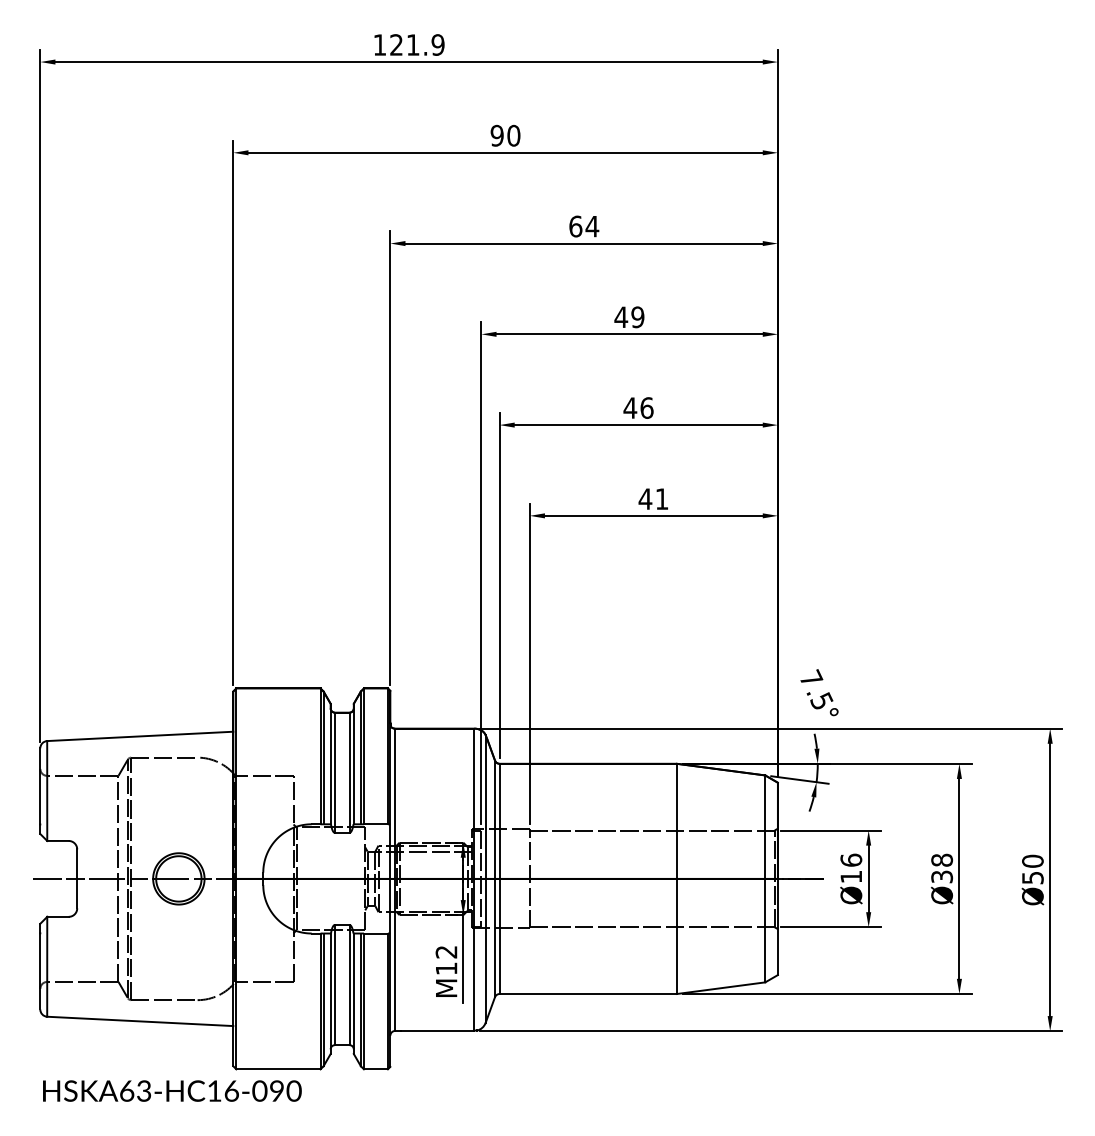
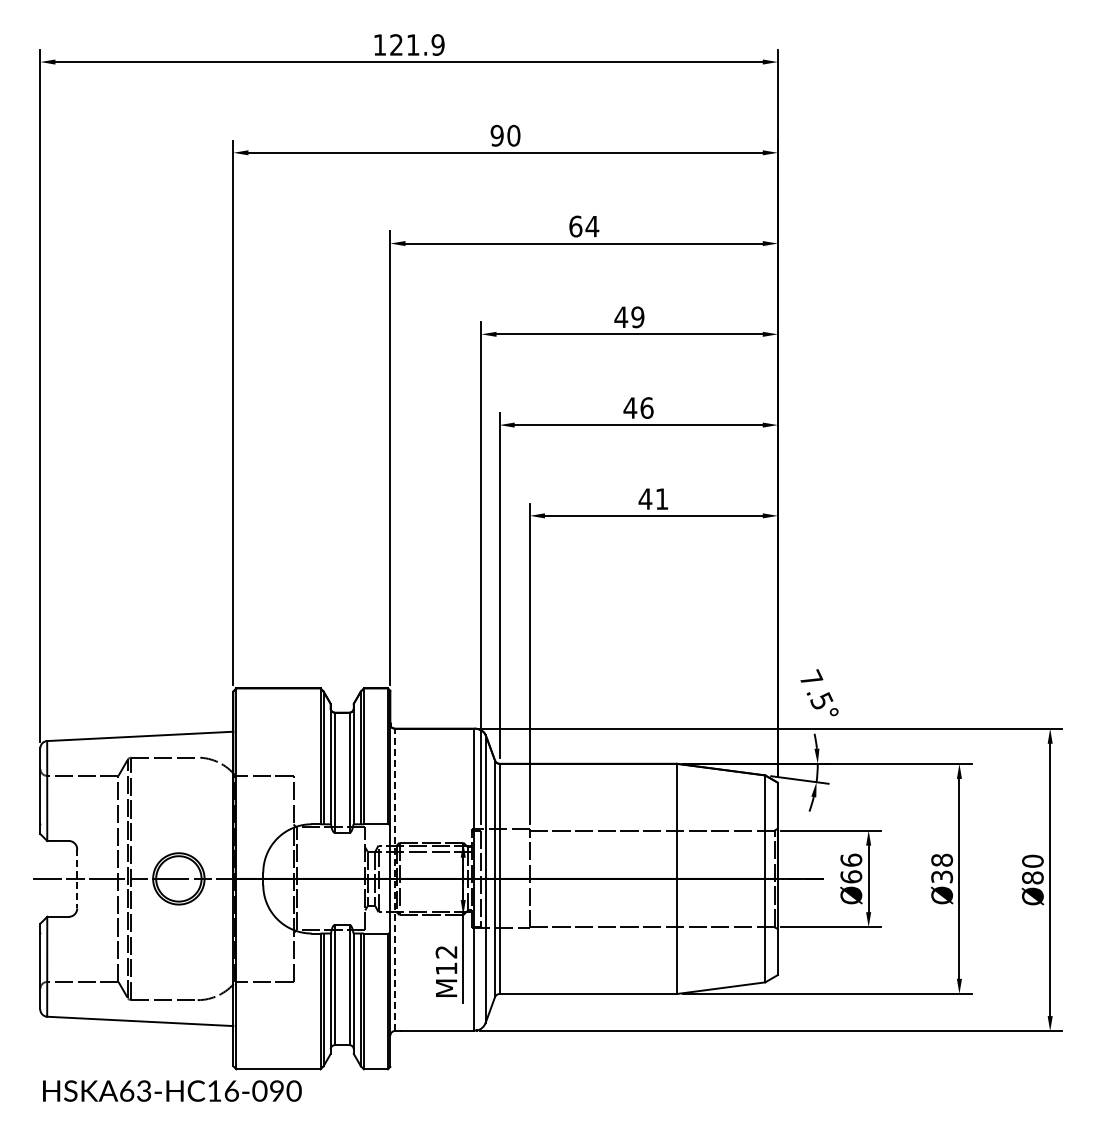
text at (851, 876): Ø16 -> Ø66
text at (1032, 877): Ø50 -> Ø80
line at (77, 879): solid -> dashed
line at (395, 879): solid -> dashed
